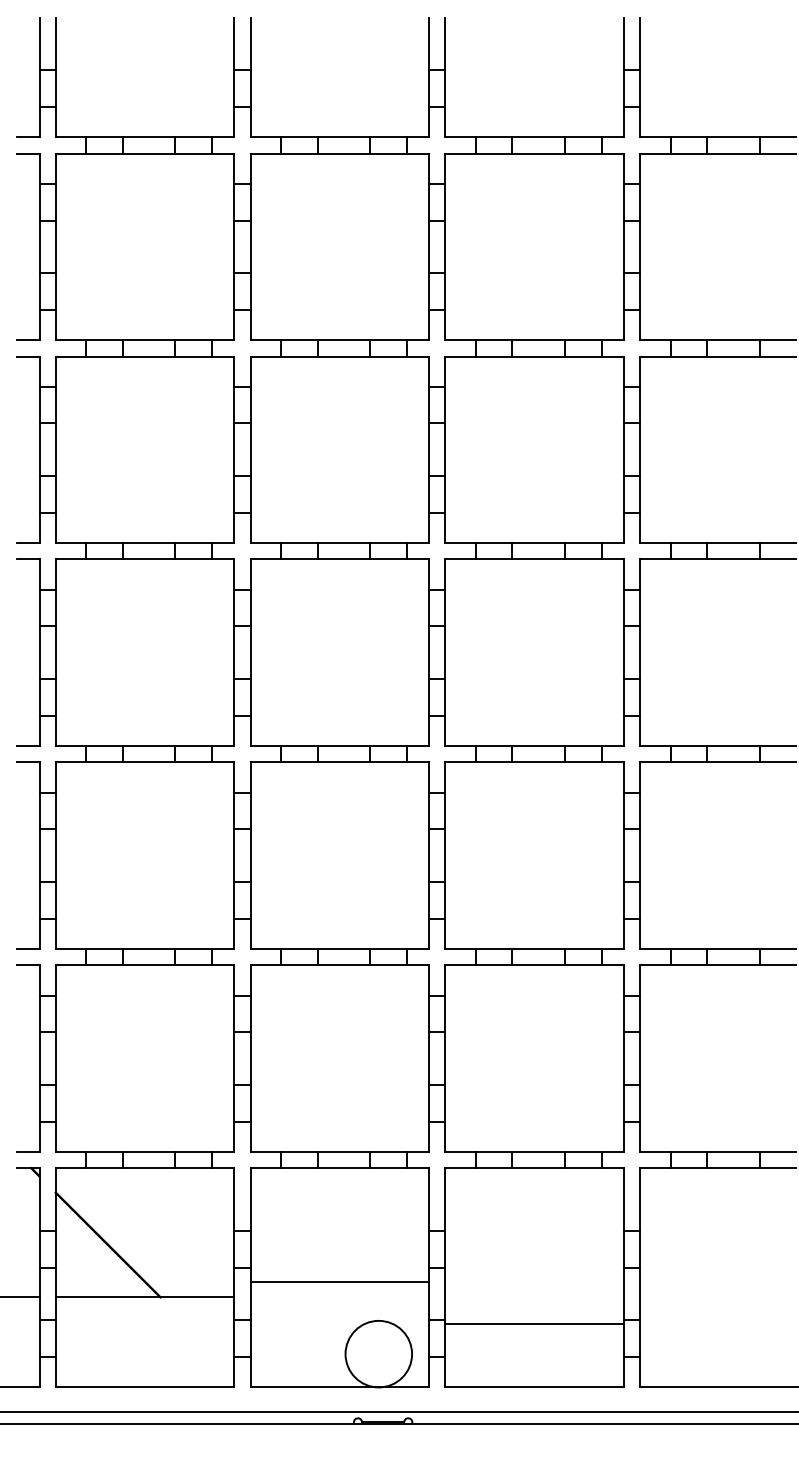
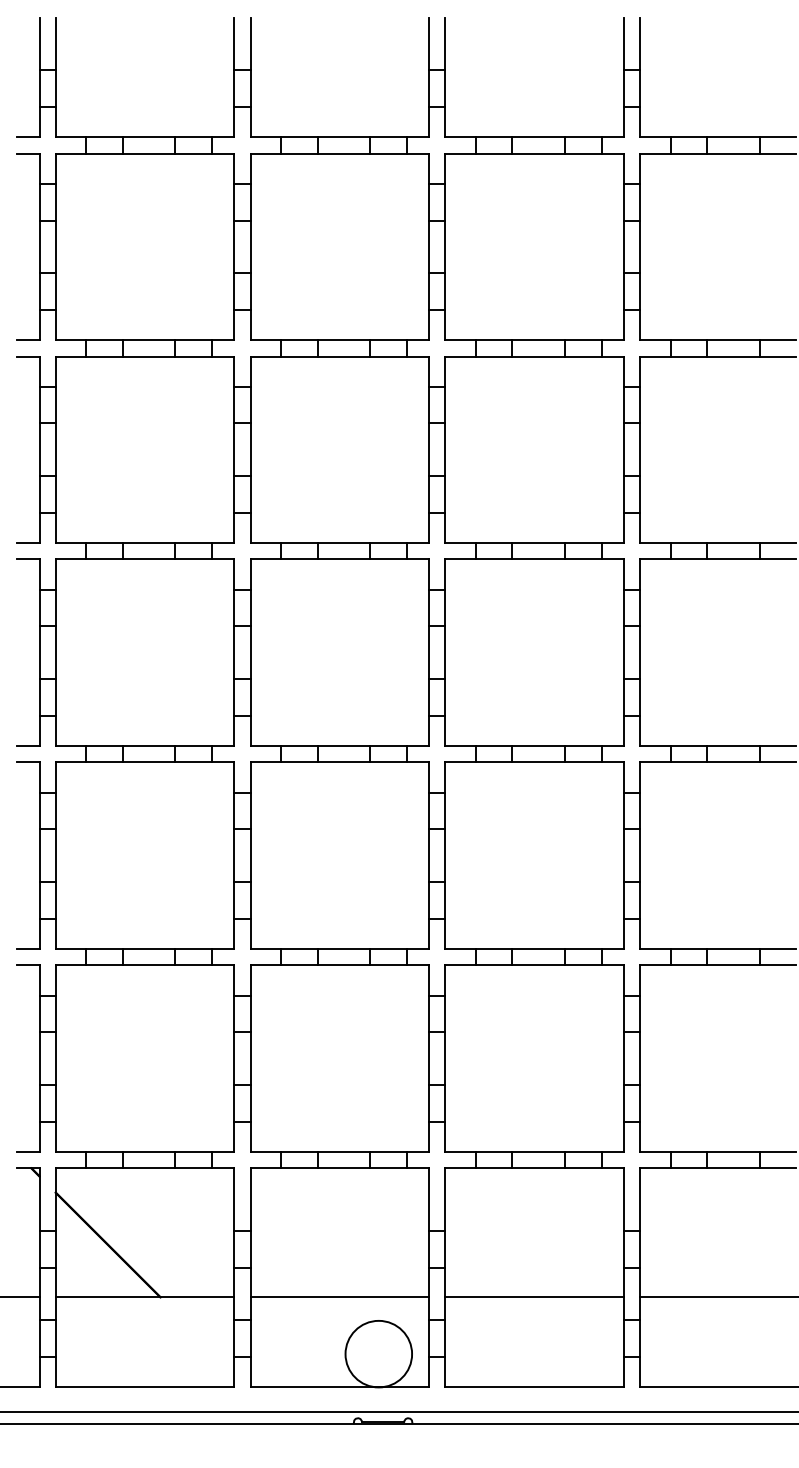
line at (339, 1282) position: (339, 1282) -> (339, 1297)
line at (717, 1297): none -> present
line at (534, 1324) position: (534, 1324) -> (534, 1297)
